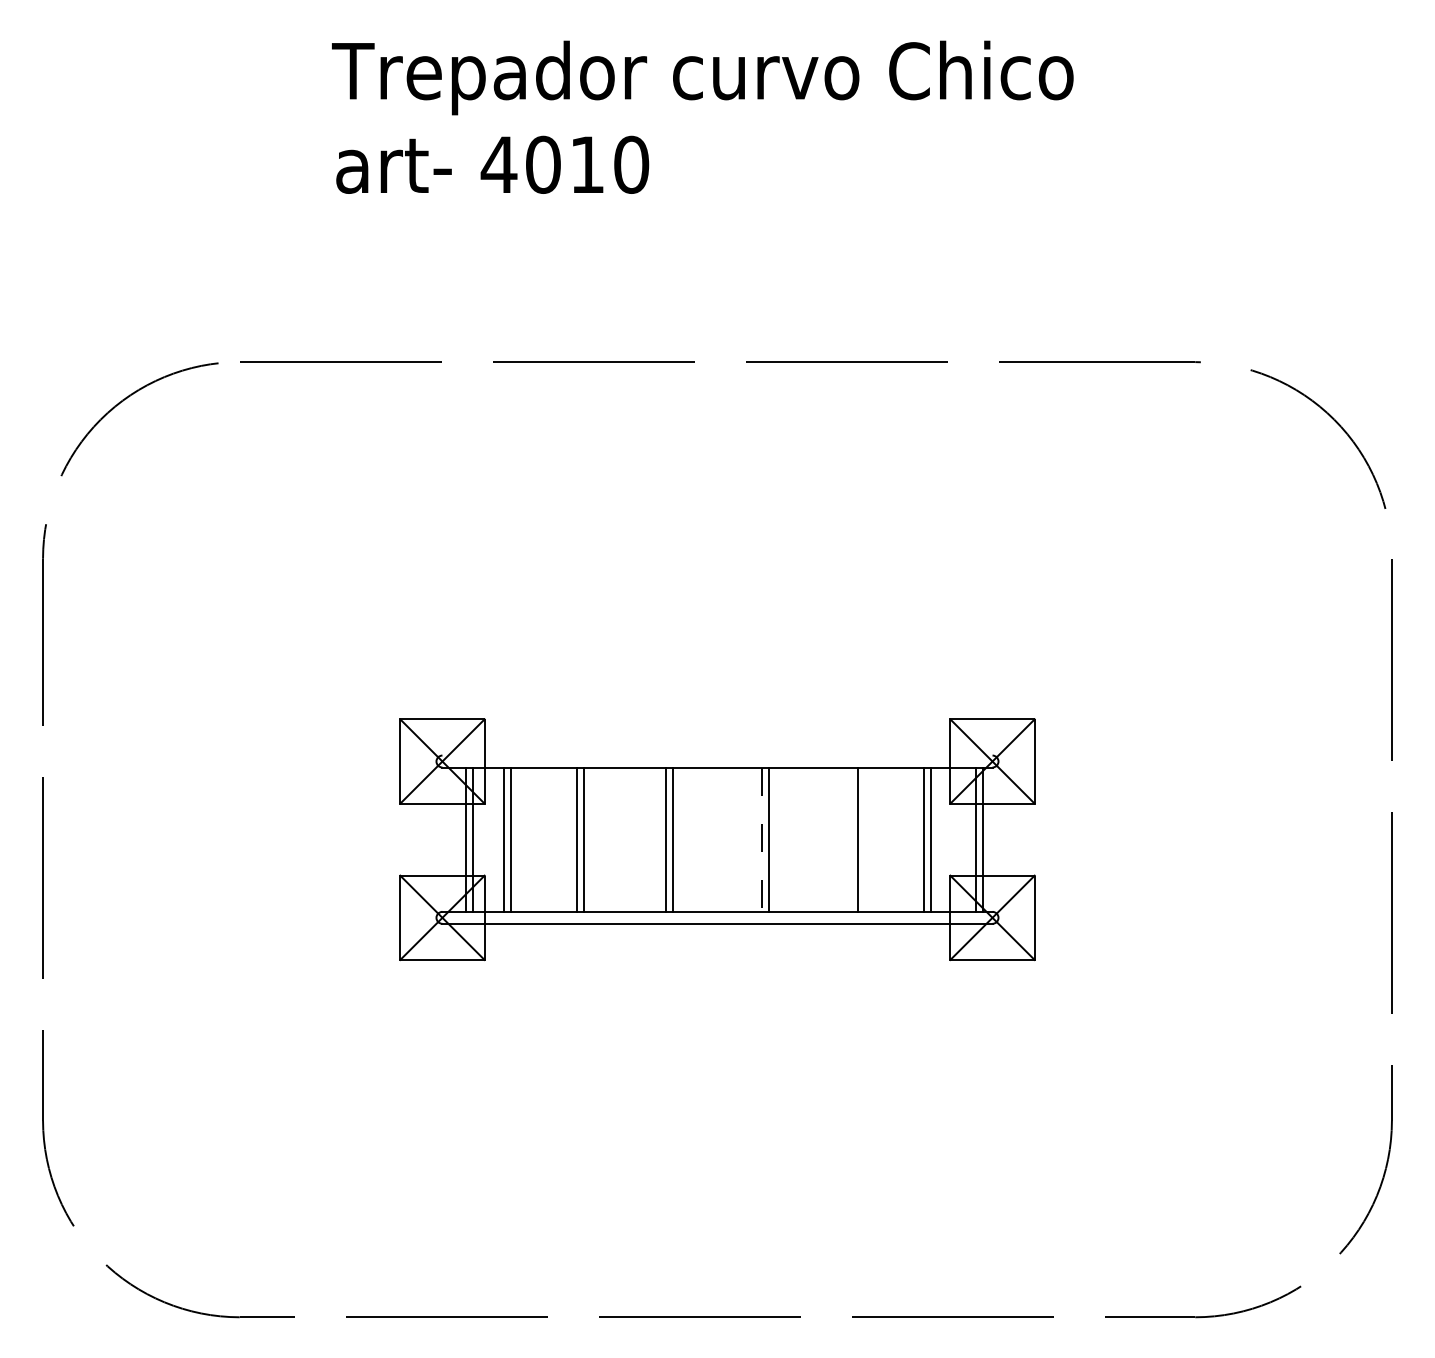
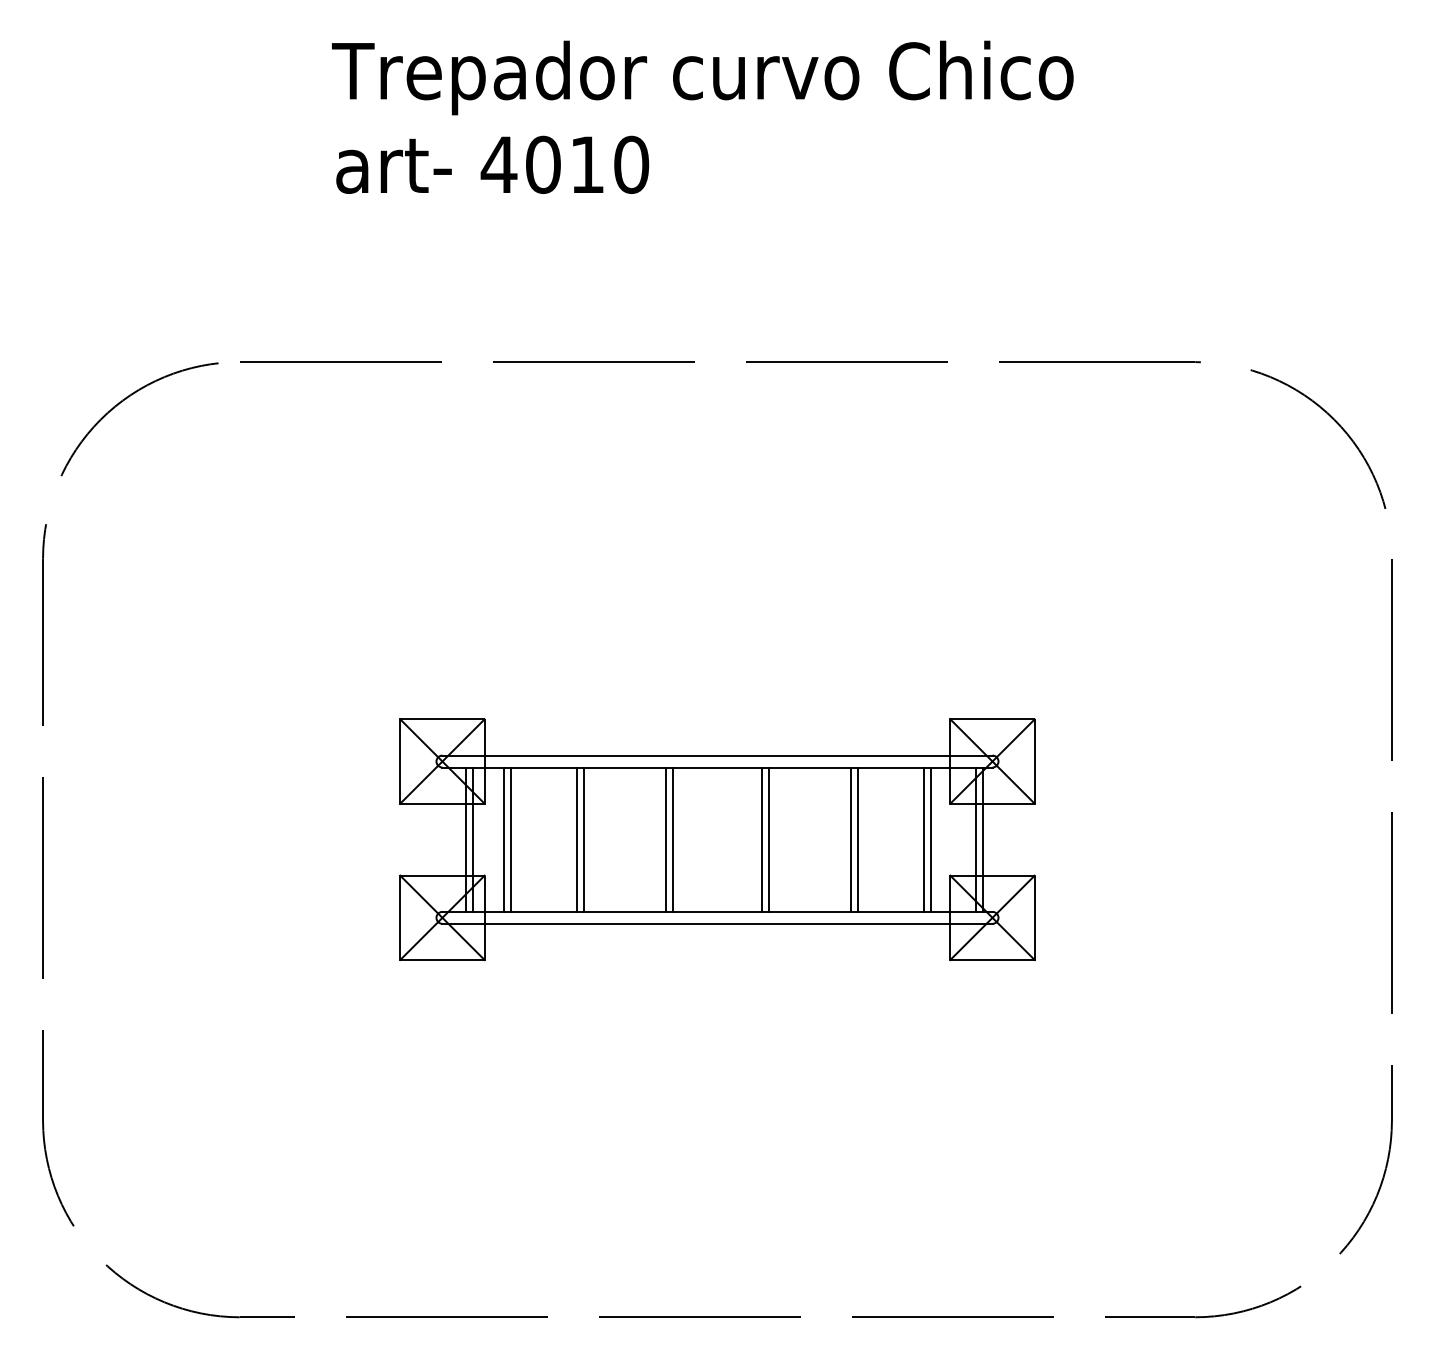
line at (717, 755): none -> present
line at (850, 839): none -> present
line at (761, 840): dashed -> solid
